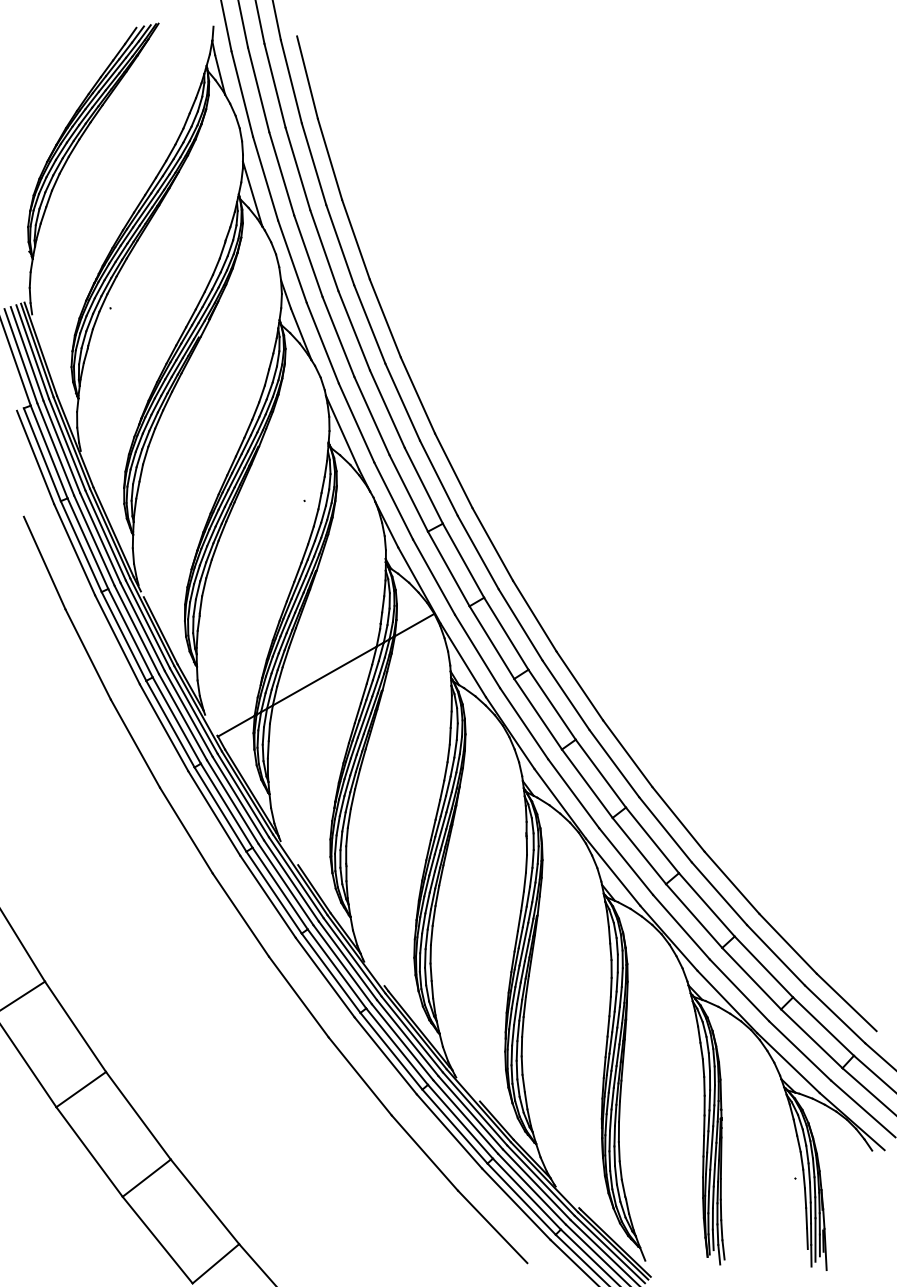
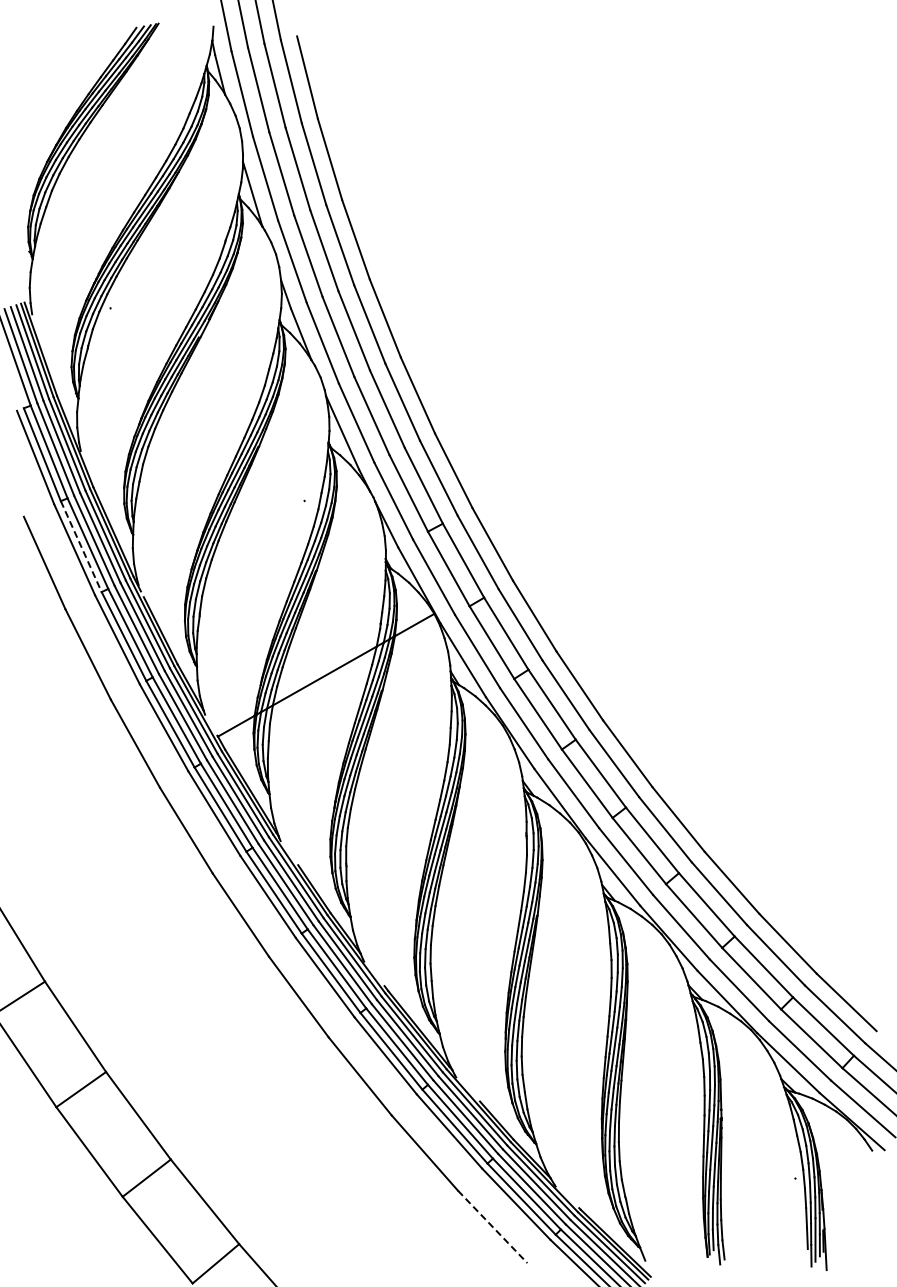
line at (81, 546): solid -> dashed
line at (493, 1227): solid -> dashed
